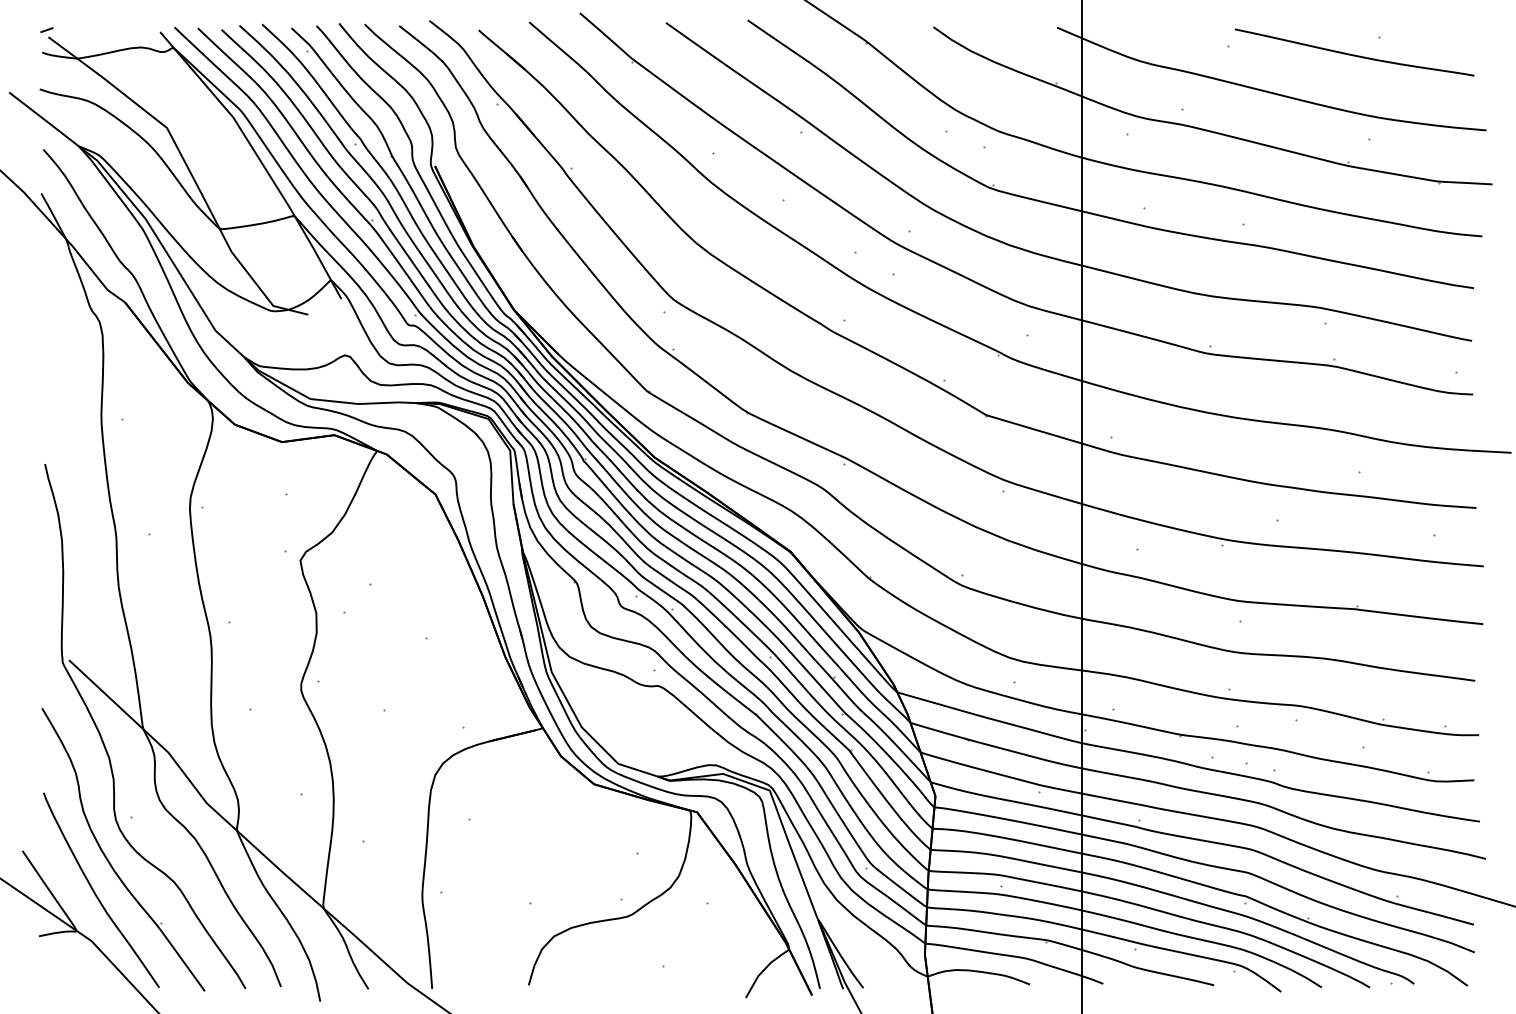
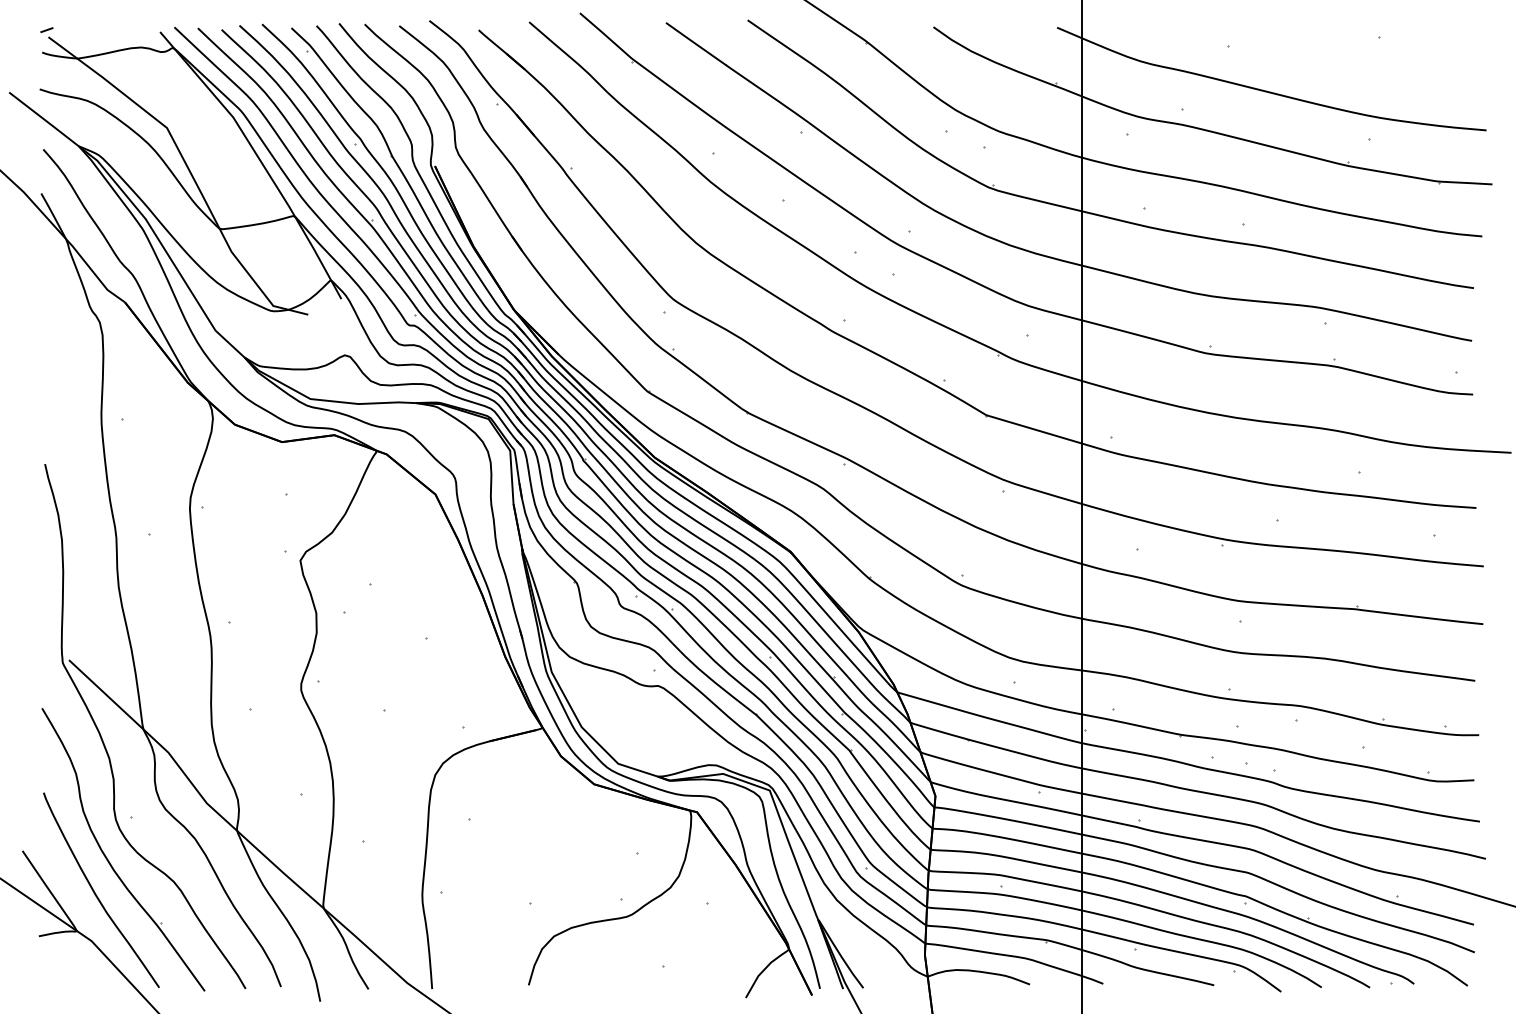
curve at (1354, 54): present -> none
